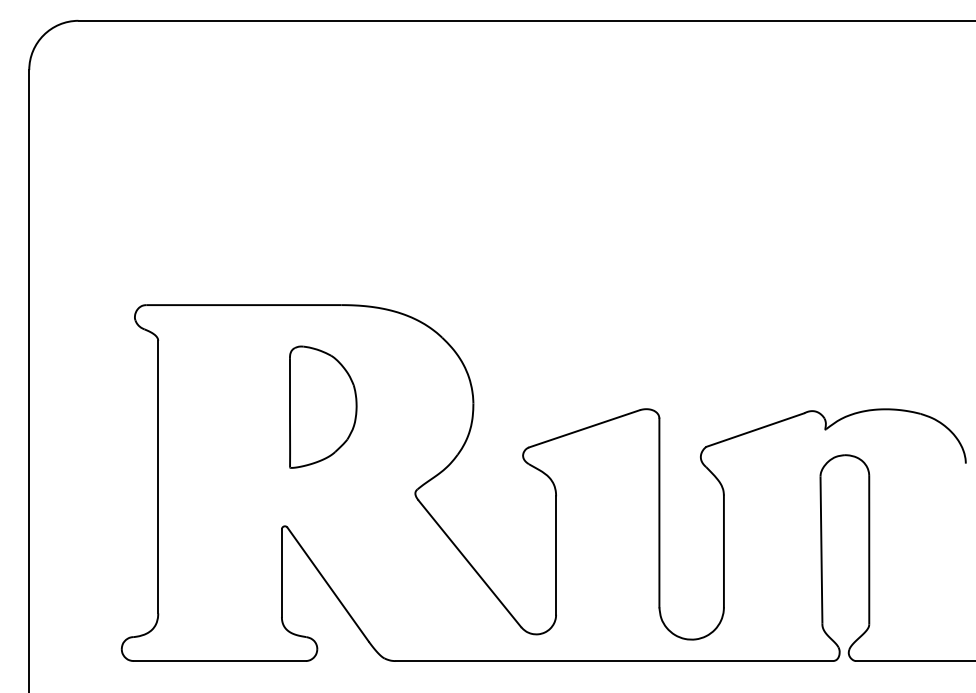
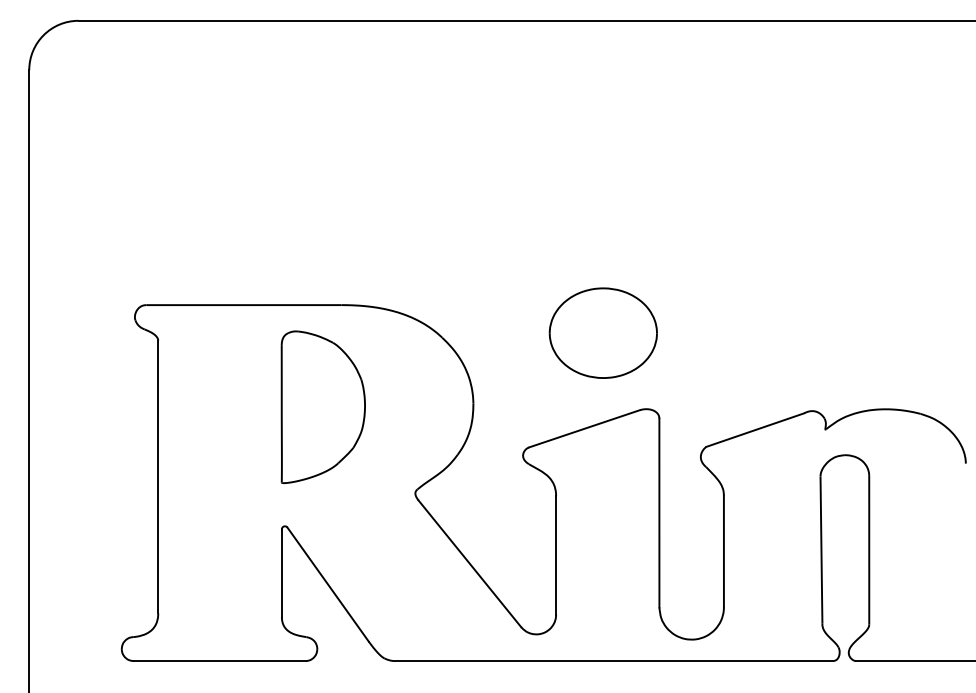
part at (602, 332): none -> present
part at (323, 406) size: 69x124 px -> 86x154 px
